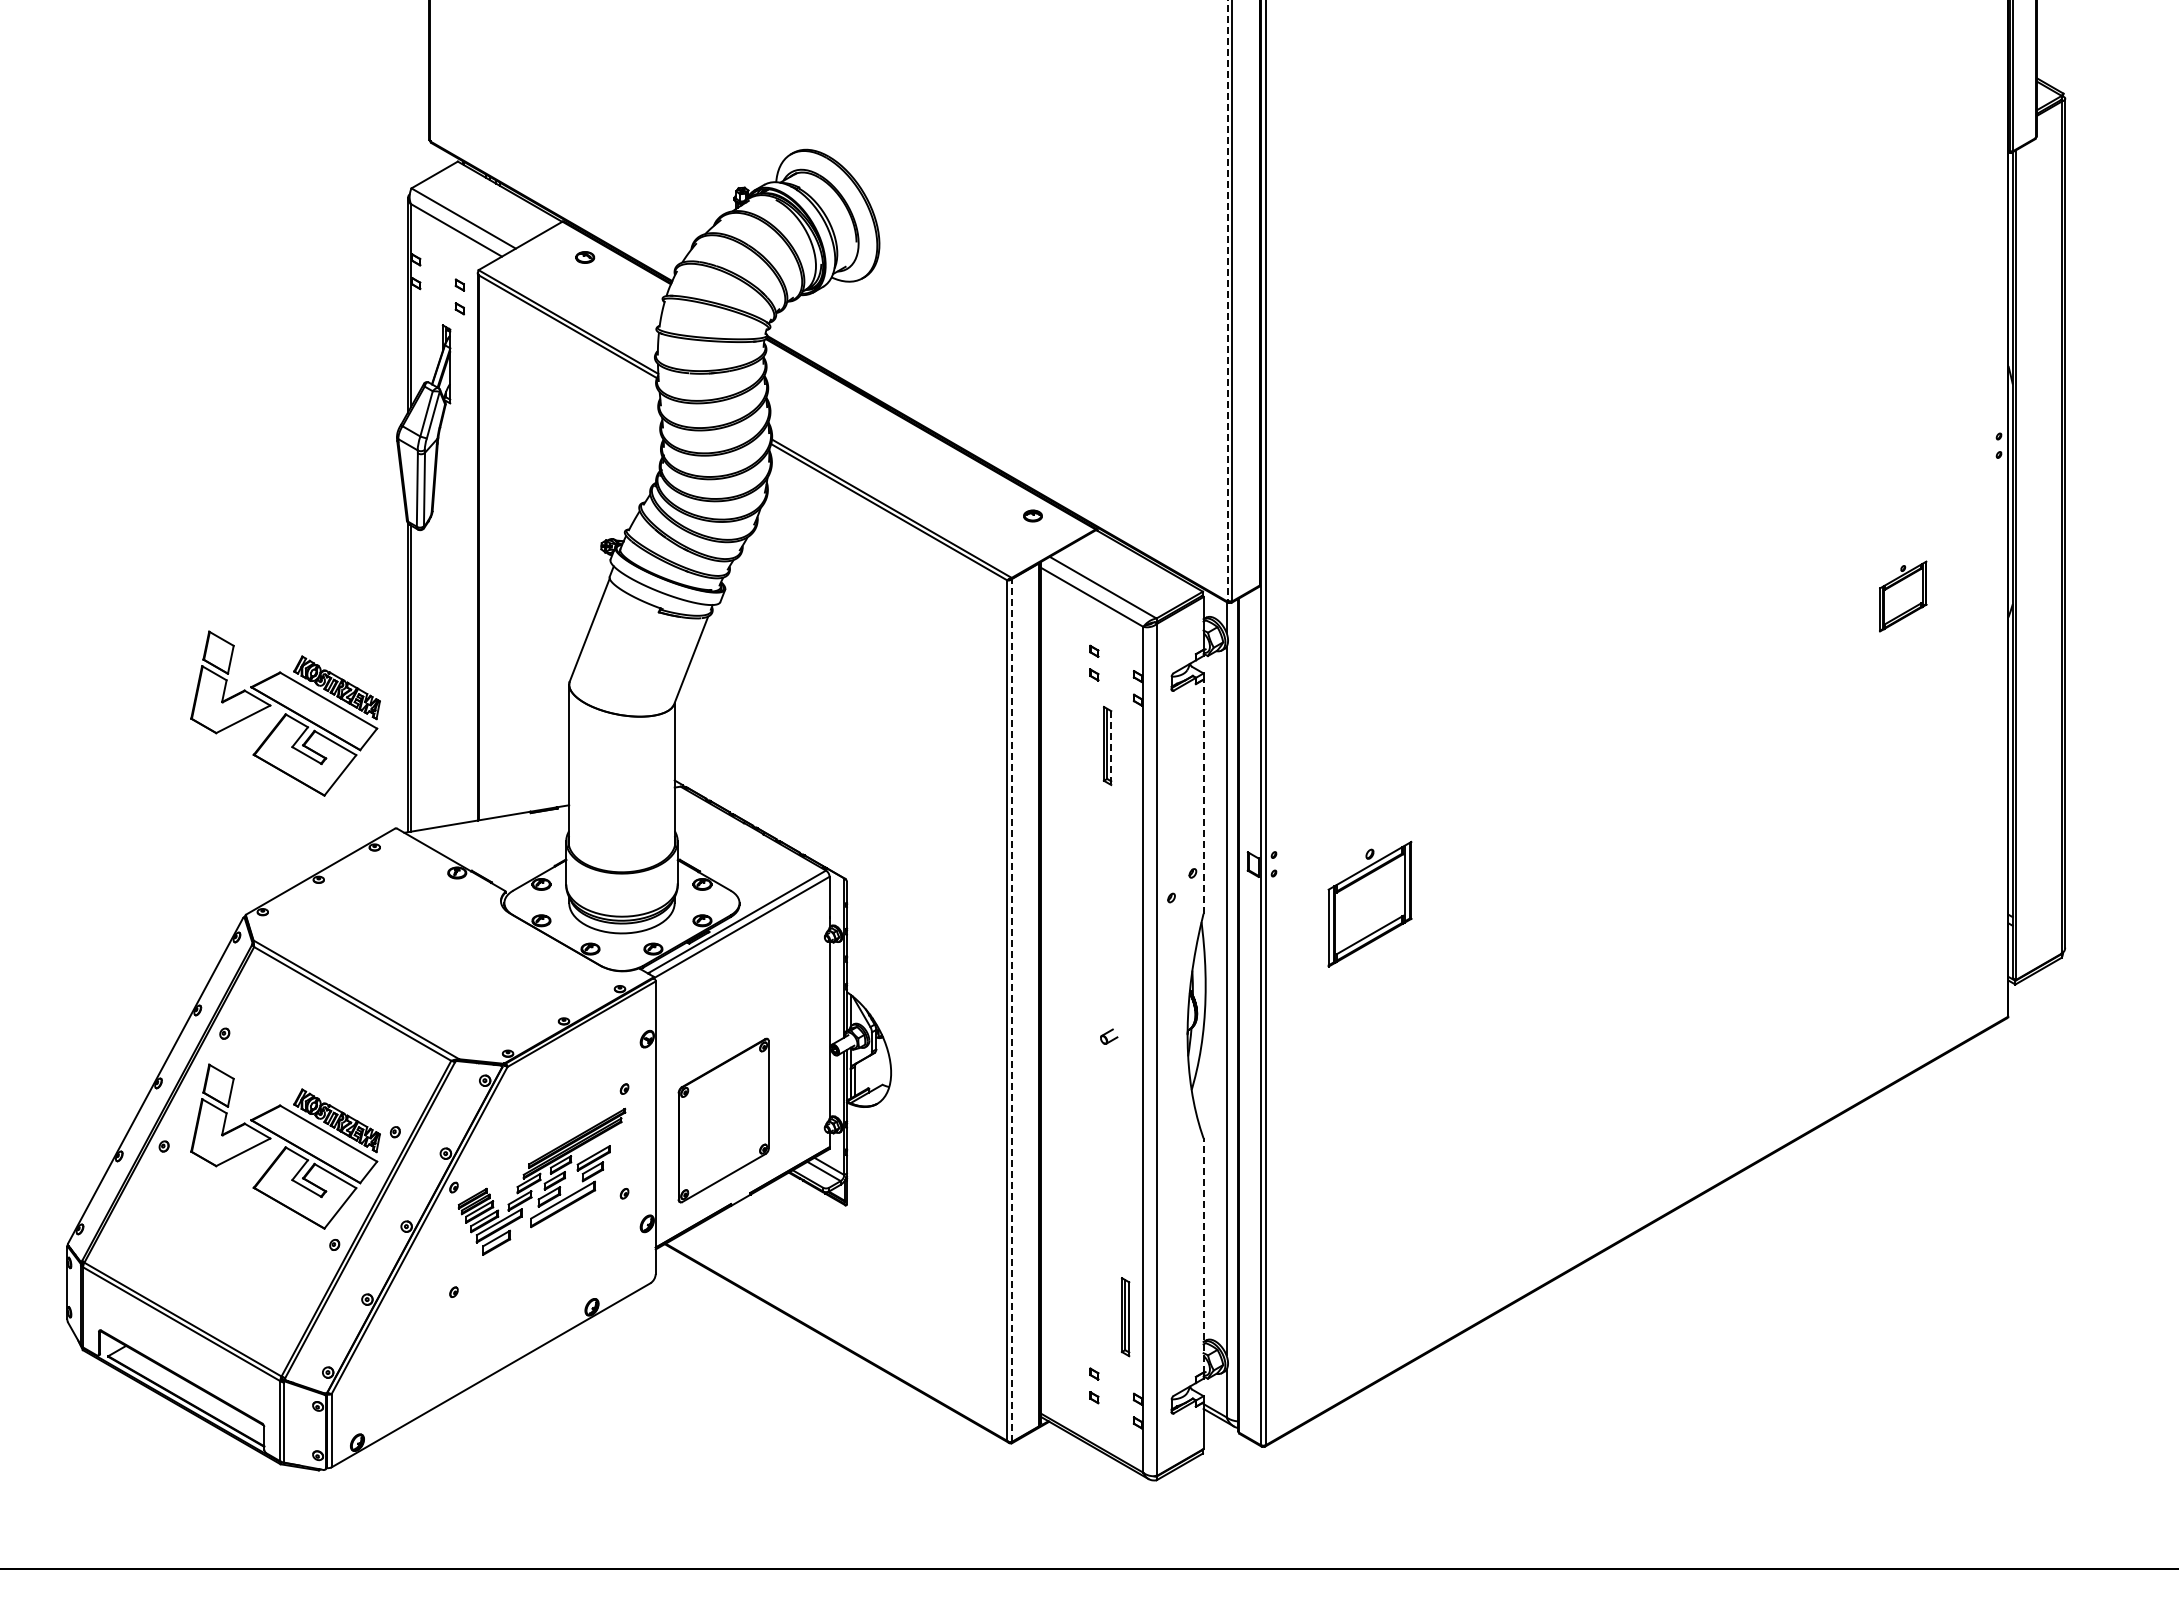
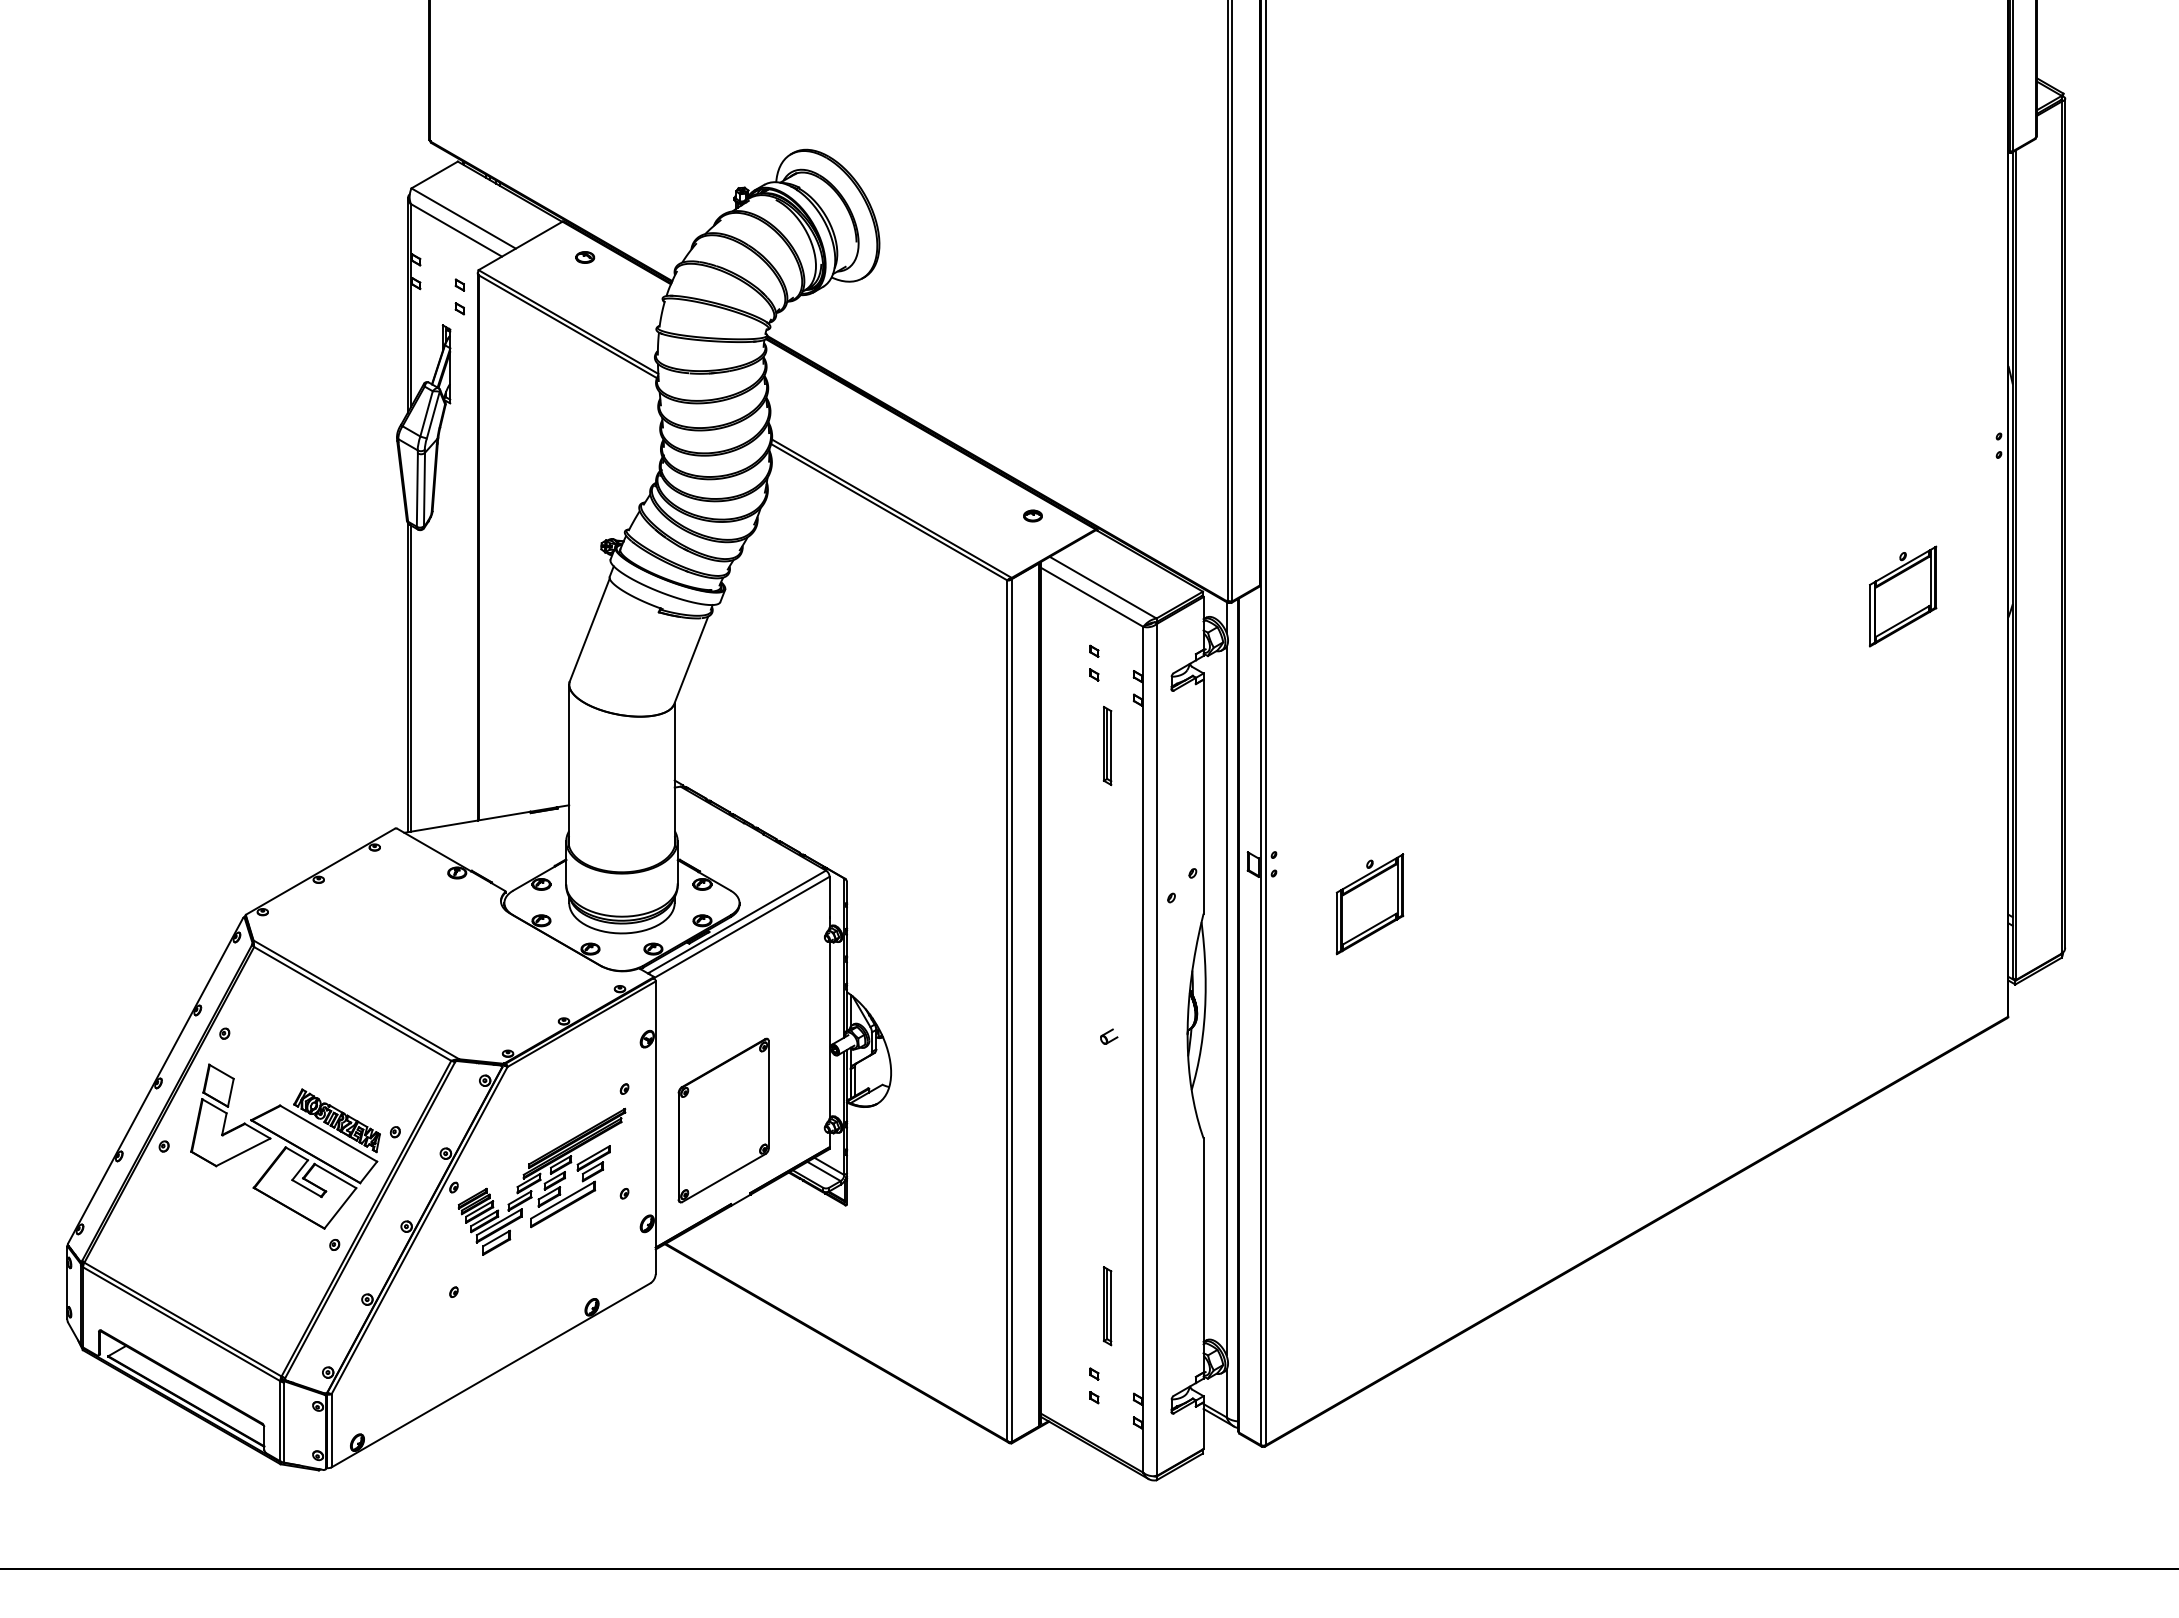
line at (1227, 301): dashed -> solid
part at (1903, 596) size: 49x73 px -> 69x103 px
part at (285, 713): present -> none
line at (1111, 748): dashed -> solid
line at (1203, 796): dashed -> solid
part at (1369, 903) size: 86x128 px -> 70x103 px
line at (1011, 1010): dashed -> solid
line at (1203, 1254): dashed -> solid
part at (1125, 1317) position: (1125, 1317) -> (1107, 1306)
